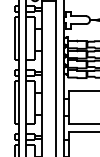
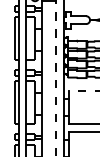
line at (55, 78): solid -> dashed
line at (83, 90): solid -> dashed
